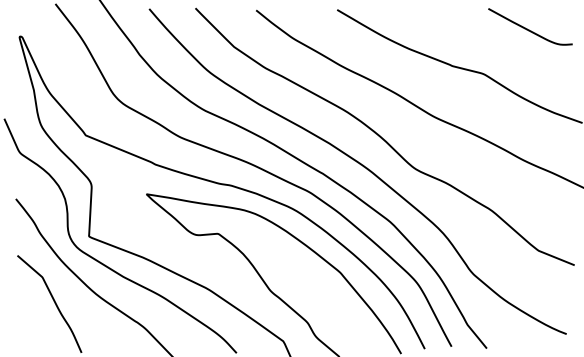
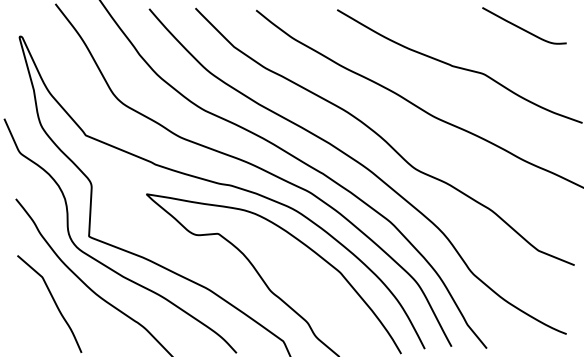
curve at (529, 29) position: (529, 29) -> (523, 28)
